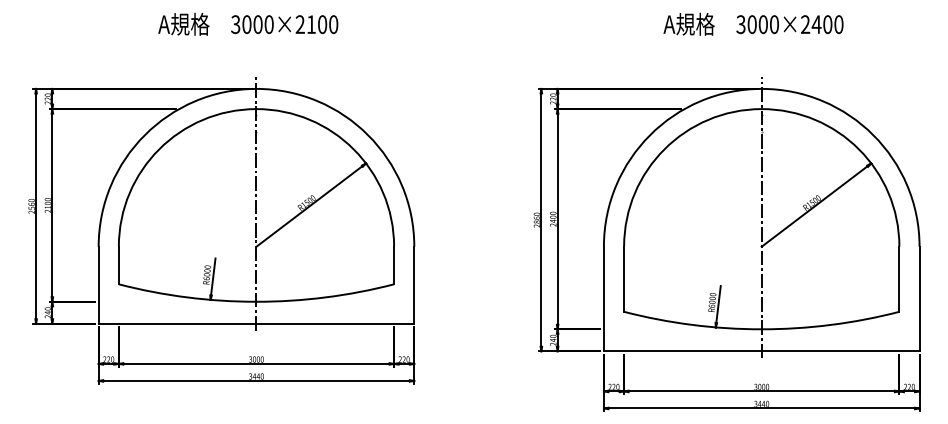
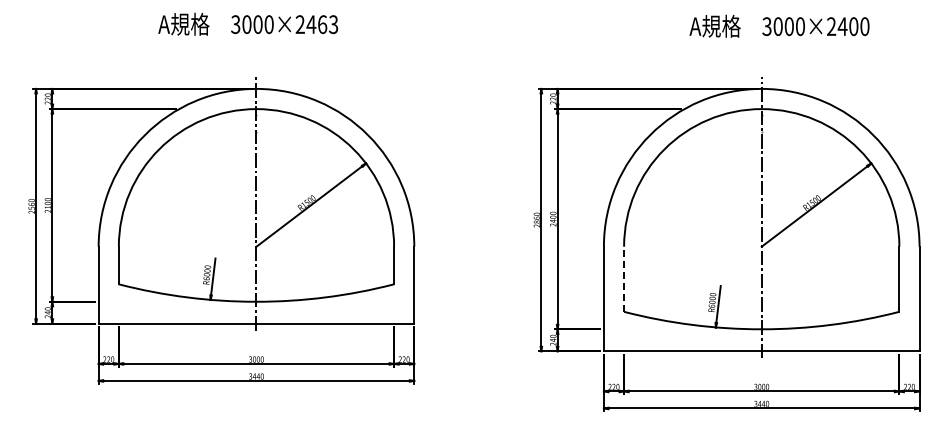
text at (753, 23) position: (753, 23) -> (779, 25)
text at (322, 24): 3000×2100 -> 3000×2463
line at (624, 279): solid -> dashed
